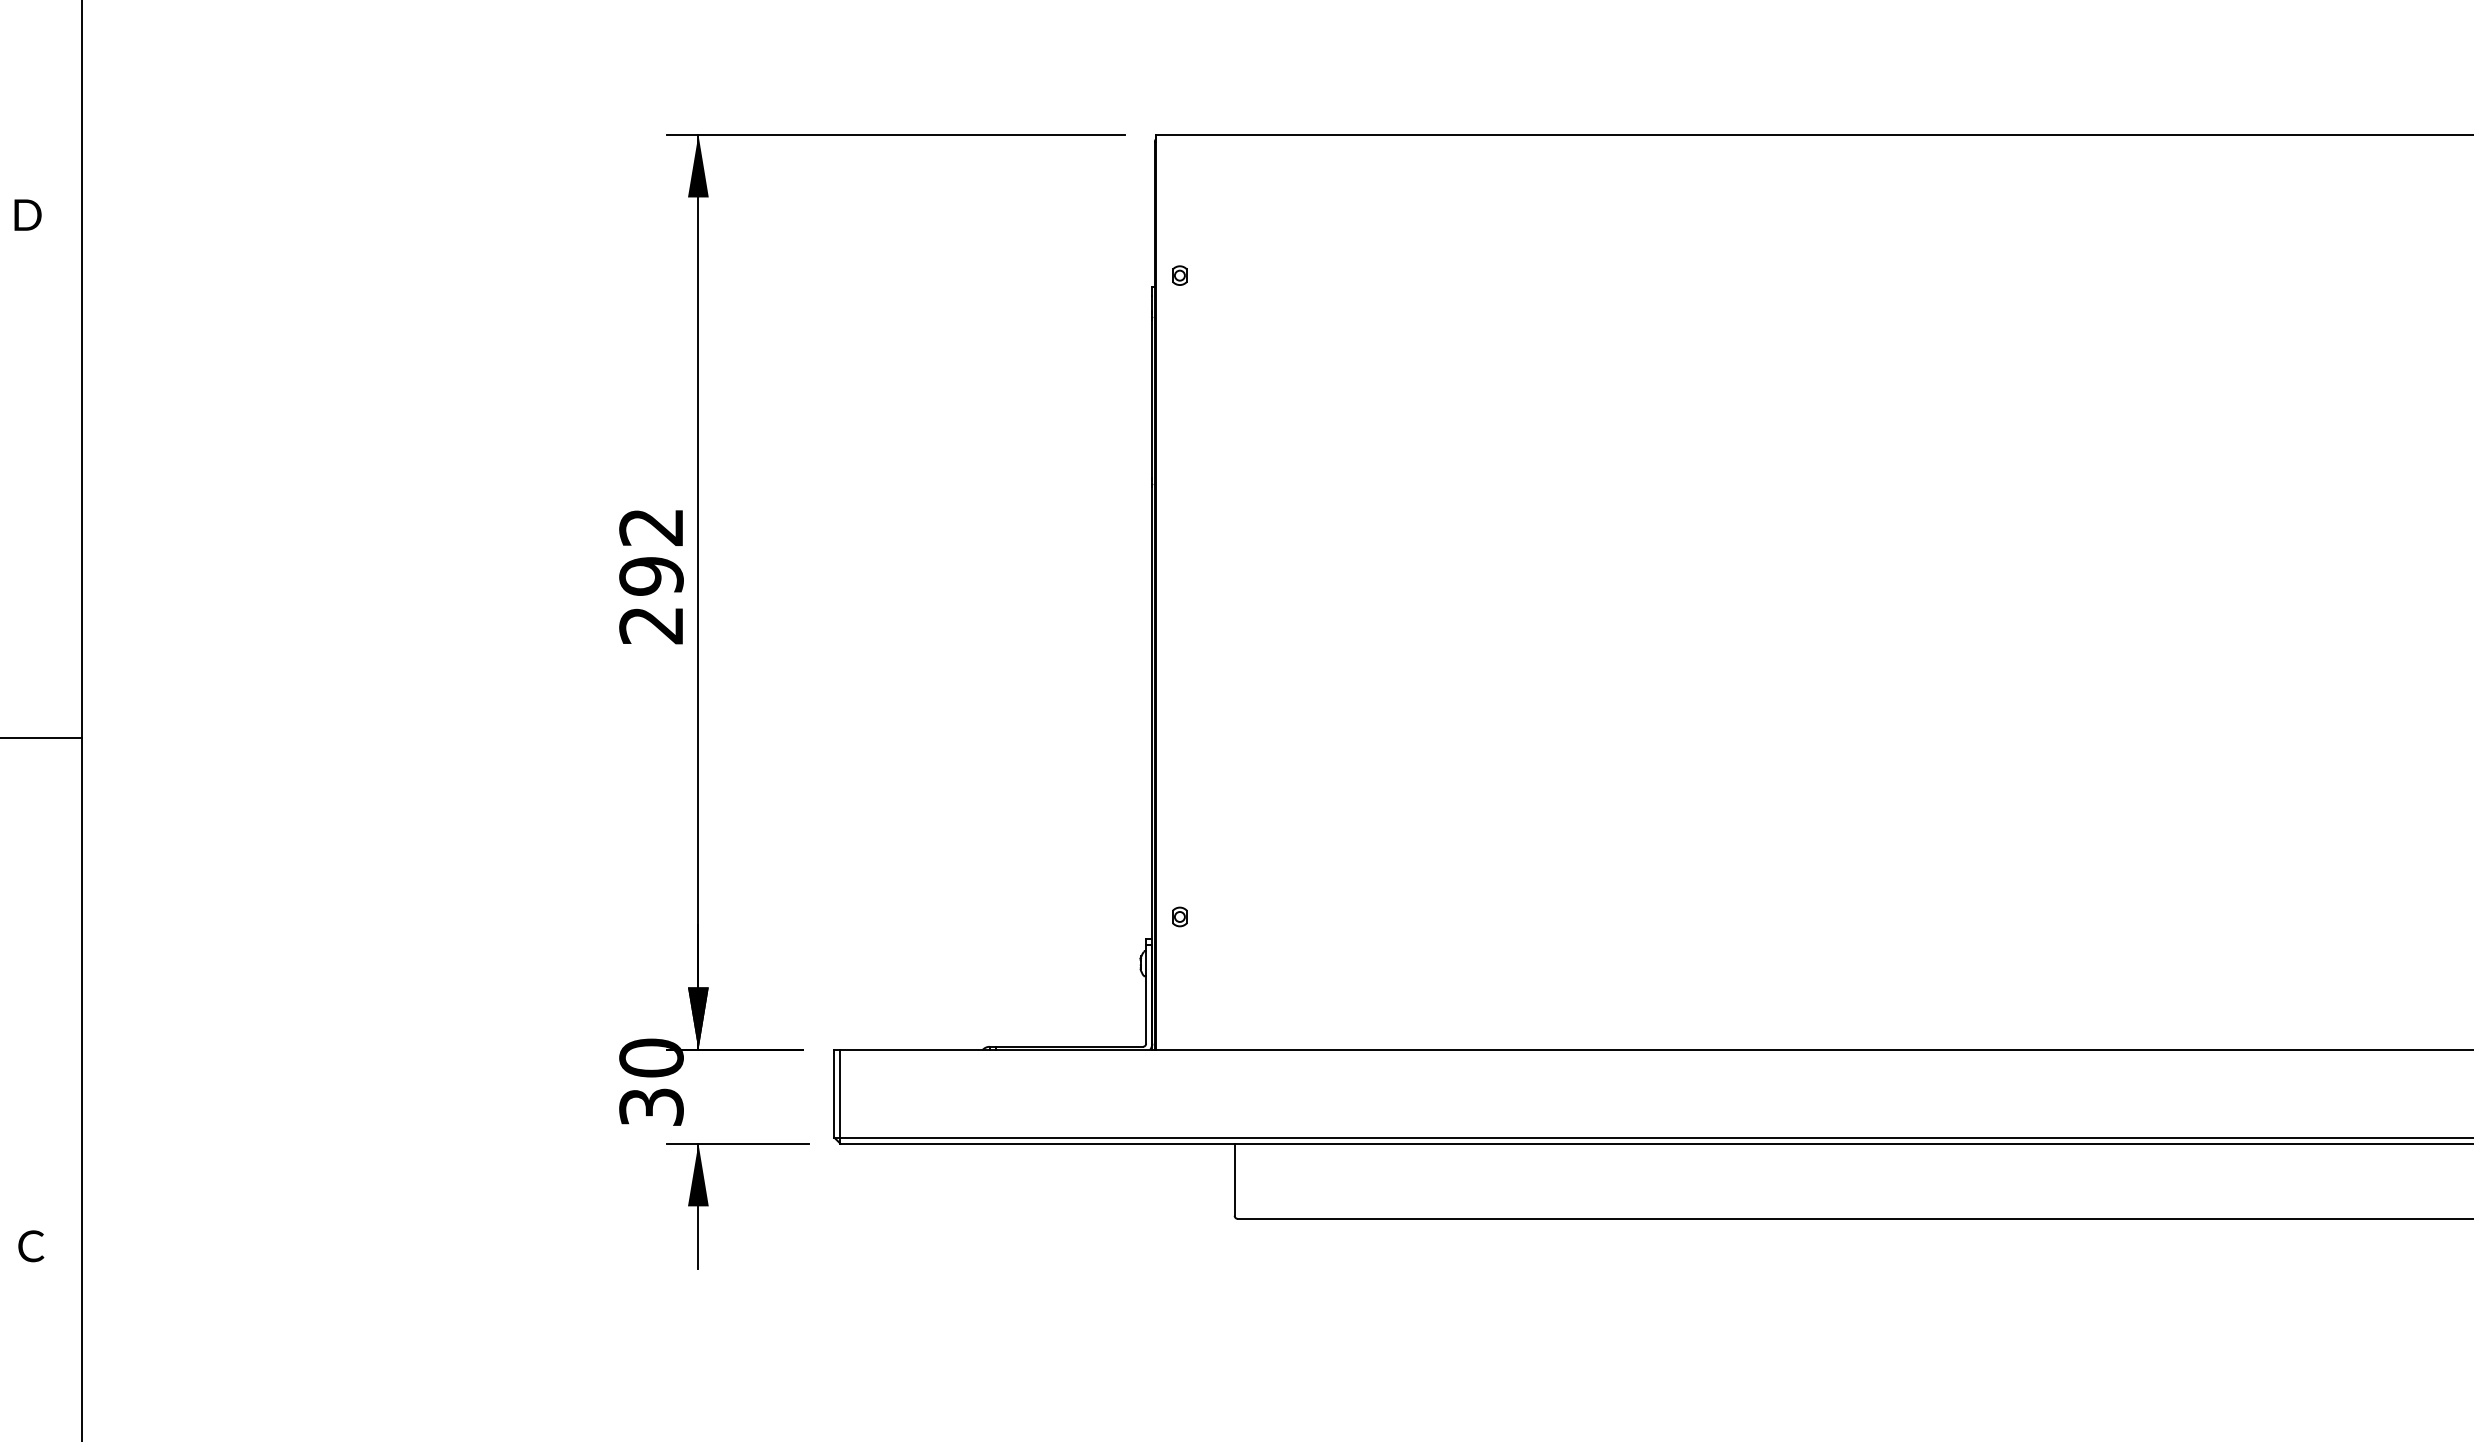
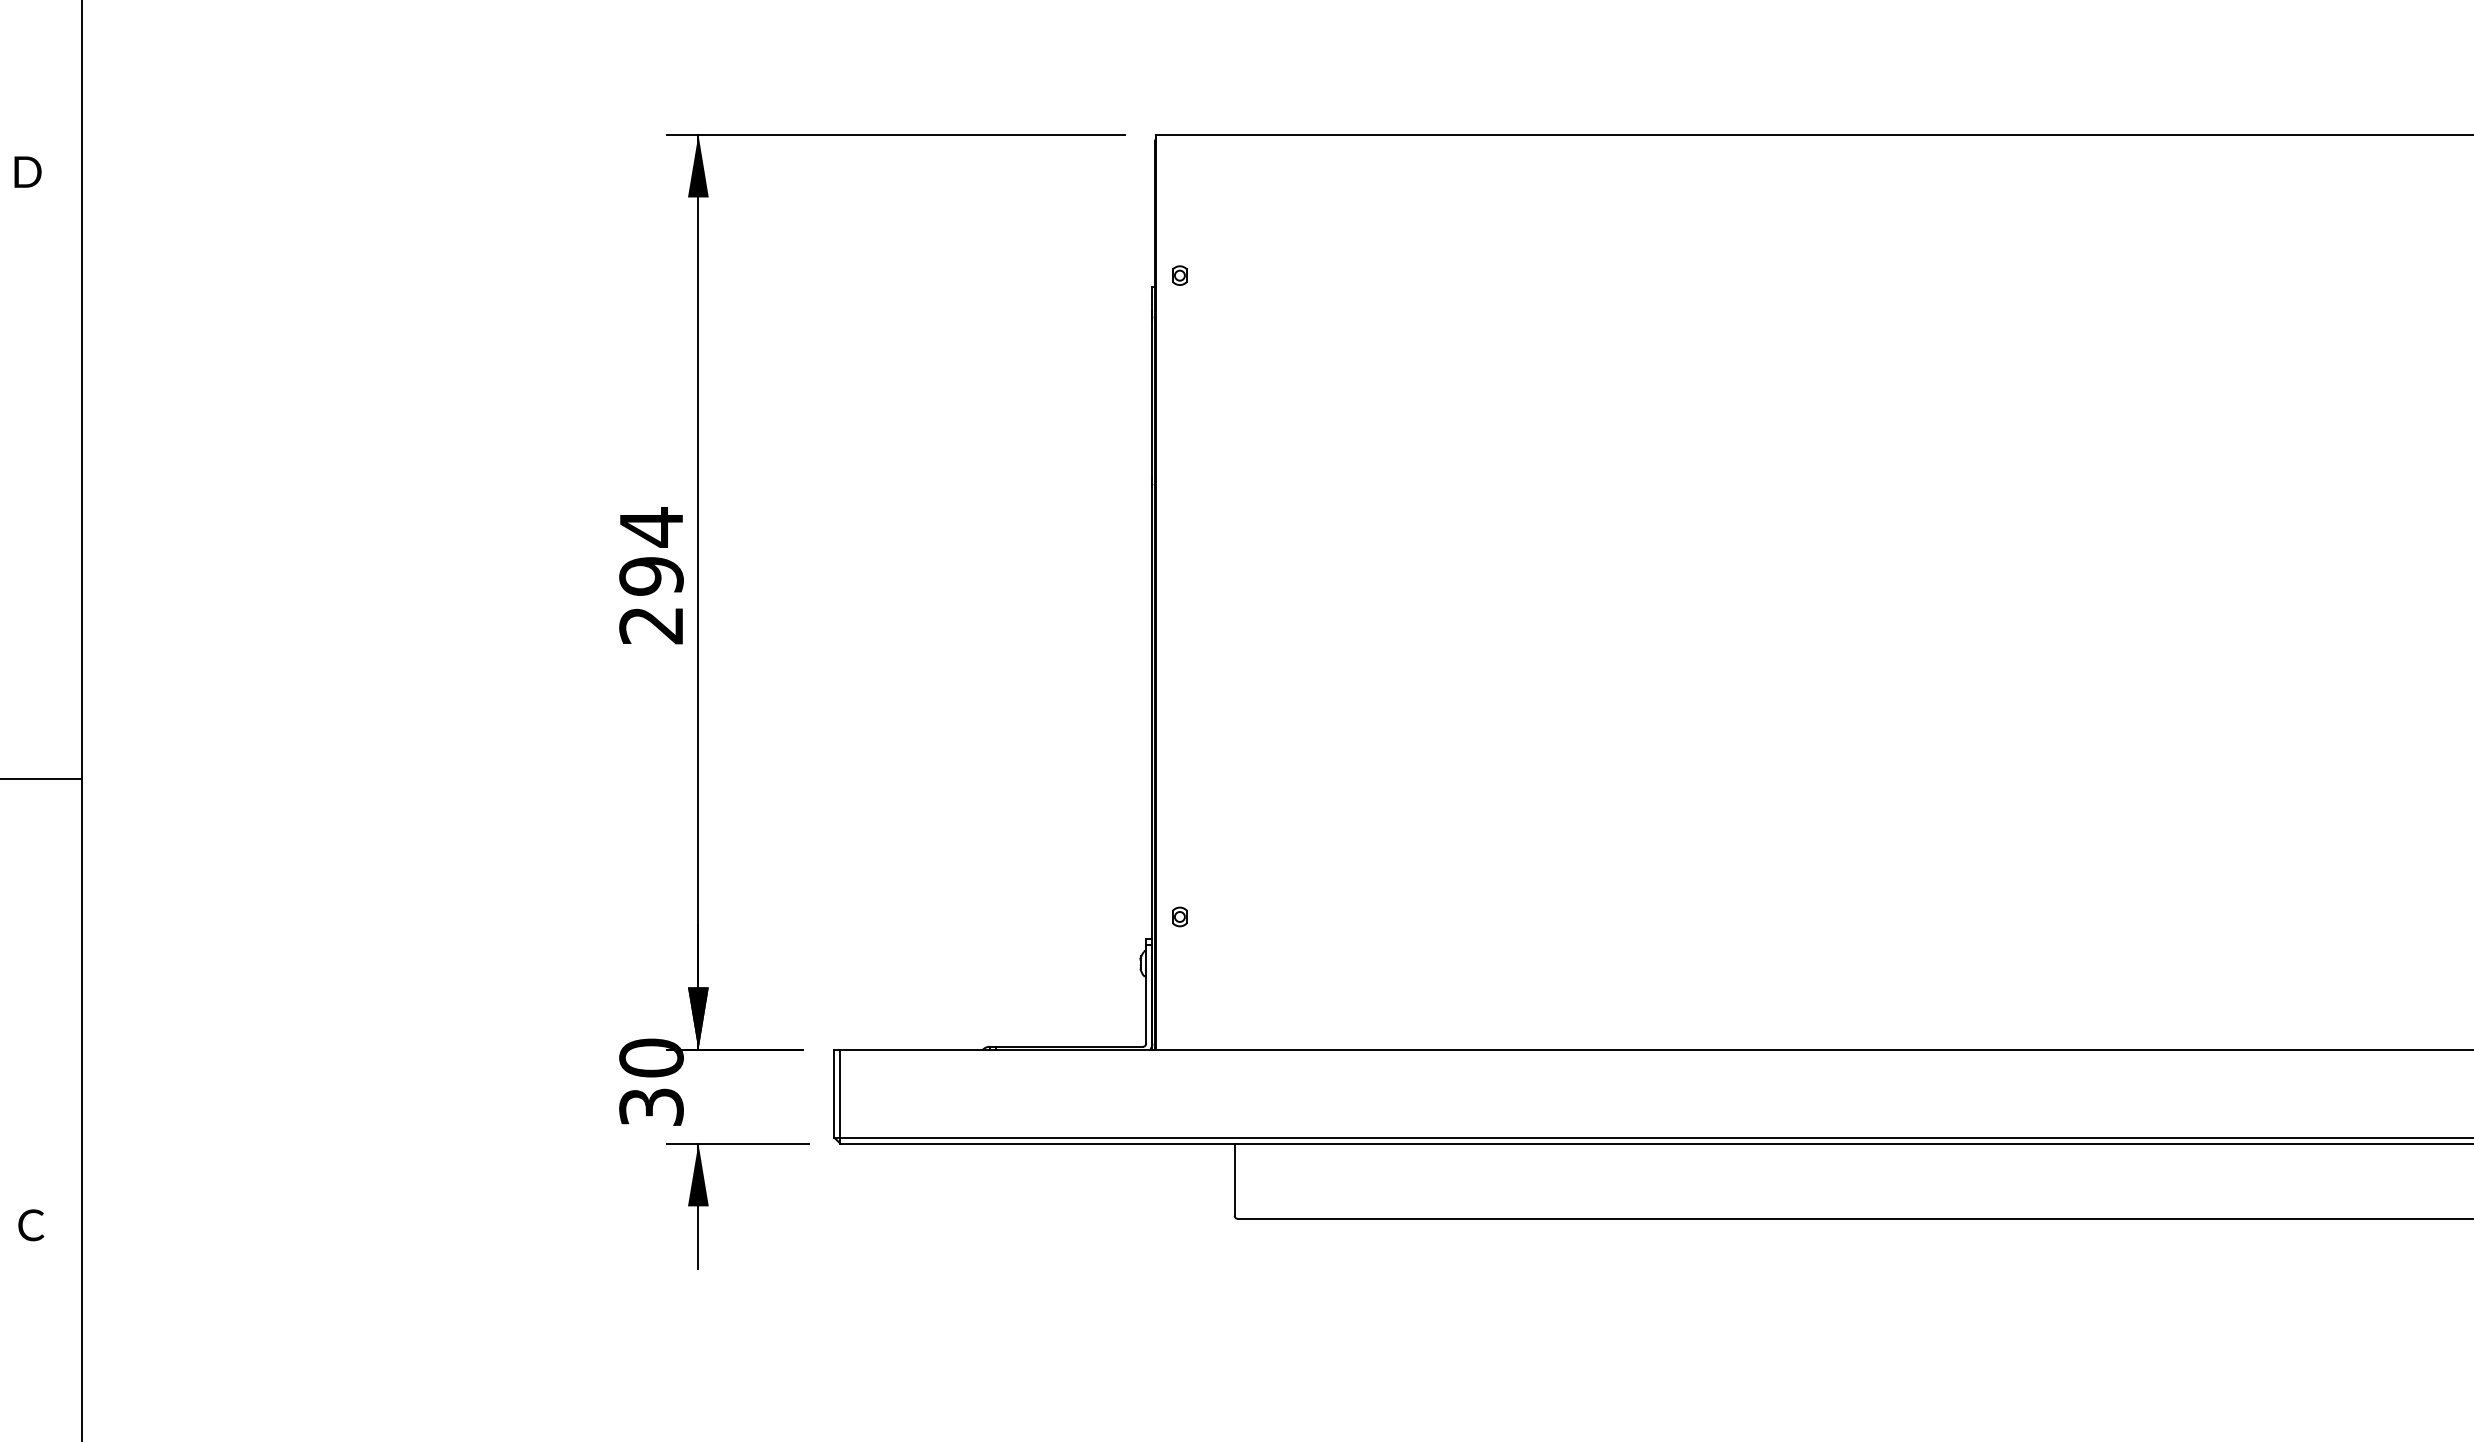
text at (27, 214) position: (27, 214) -> (27, 171)
text at (650, 527): 292 -> 294
line at (41, 738) position: (41, 738) -> (41, 779)
text at (31, 1246) position: (31, 1246) -> (31, 1225)
